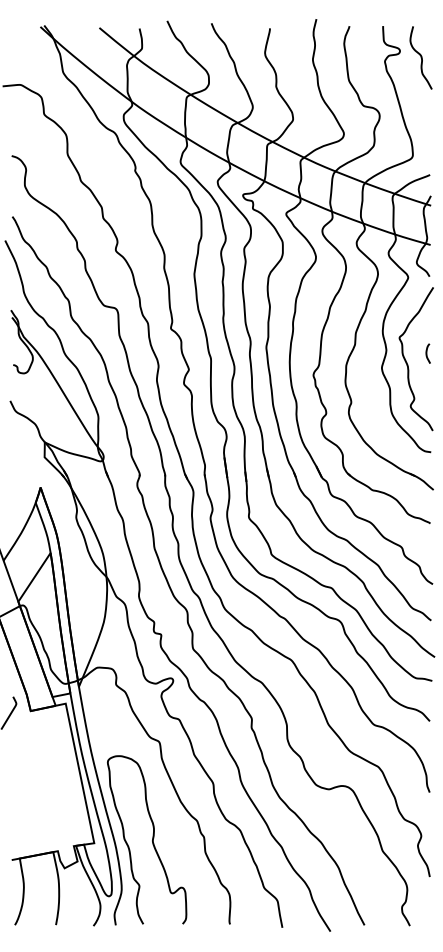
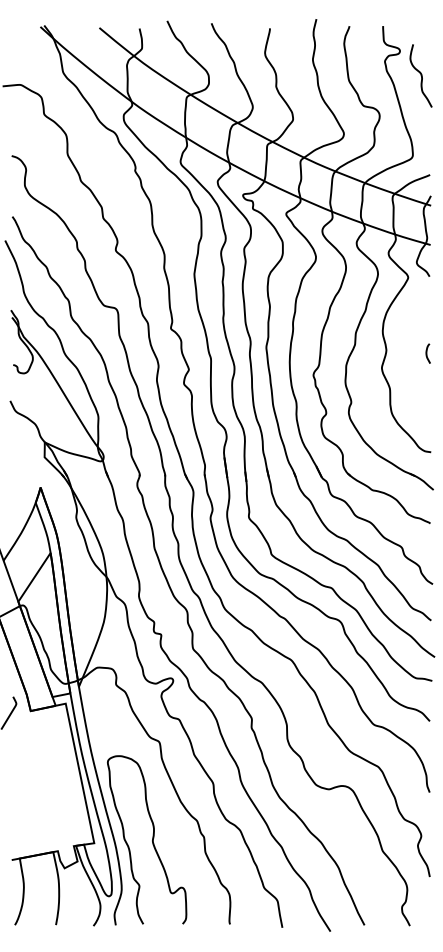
curve at (420, 57) position: (420, 57) -> (420, 75)
curve at (407, 362): present -> none
